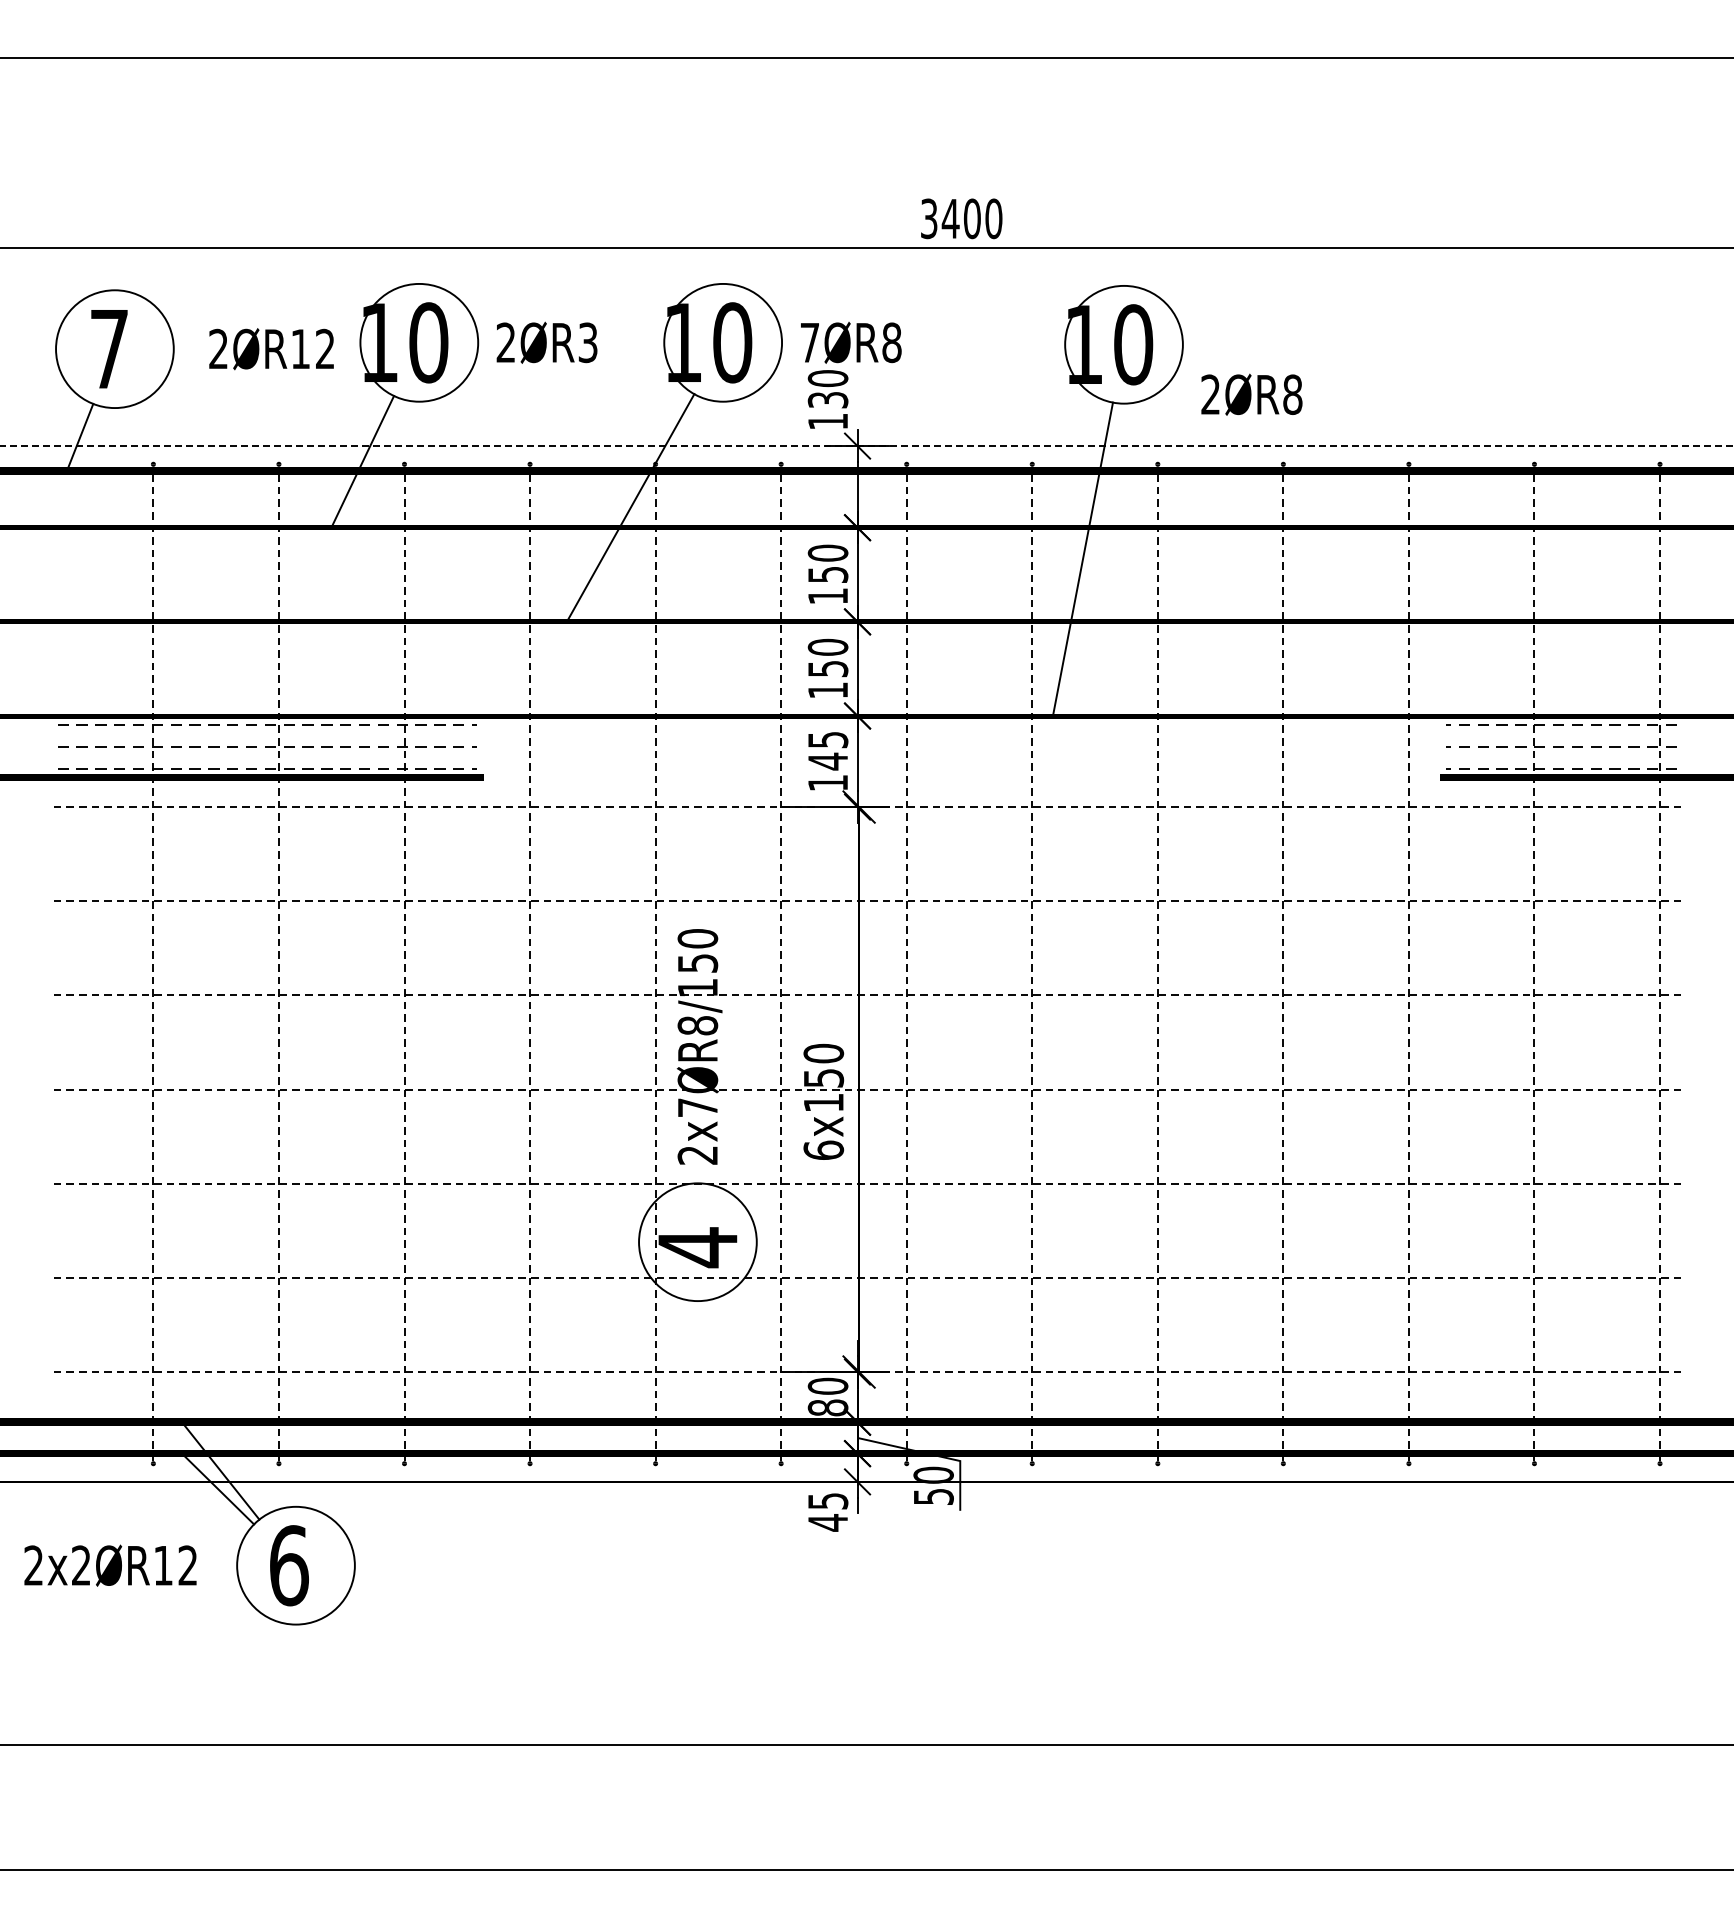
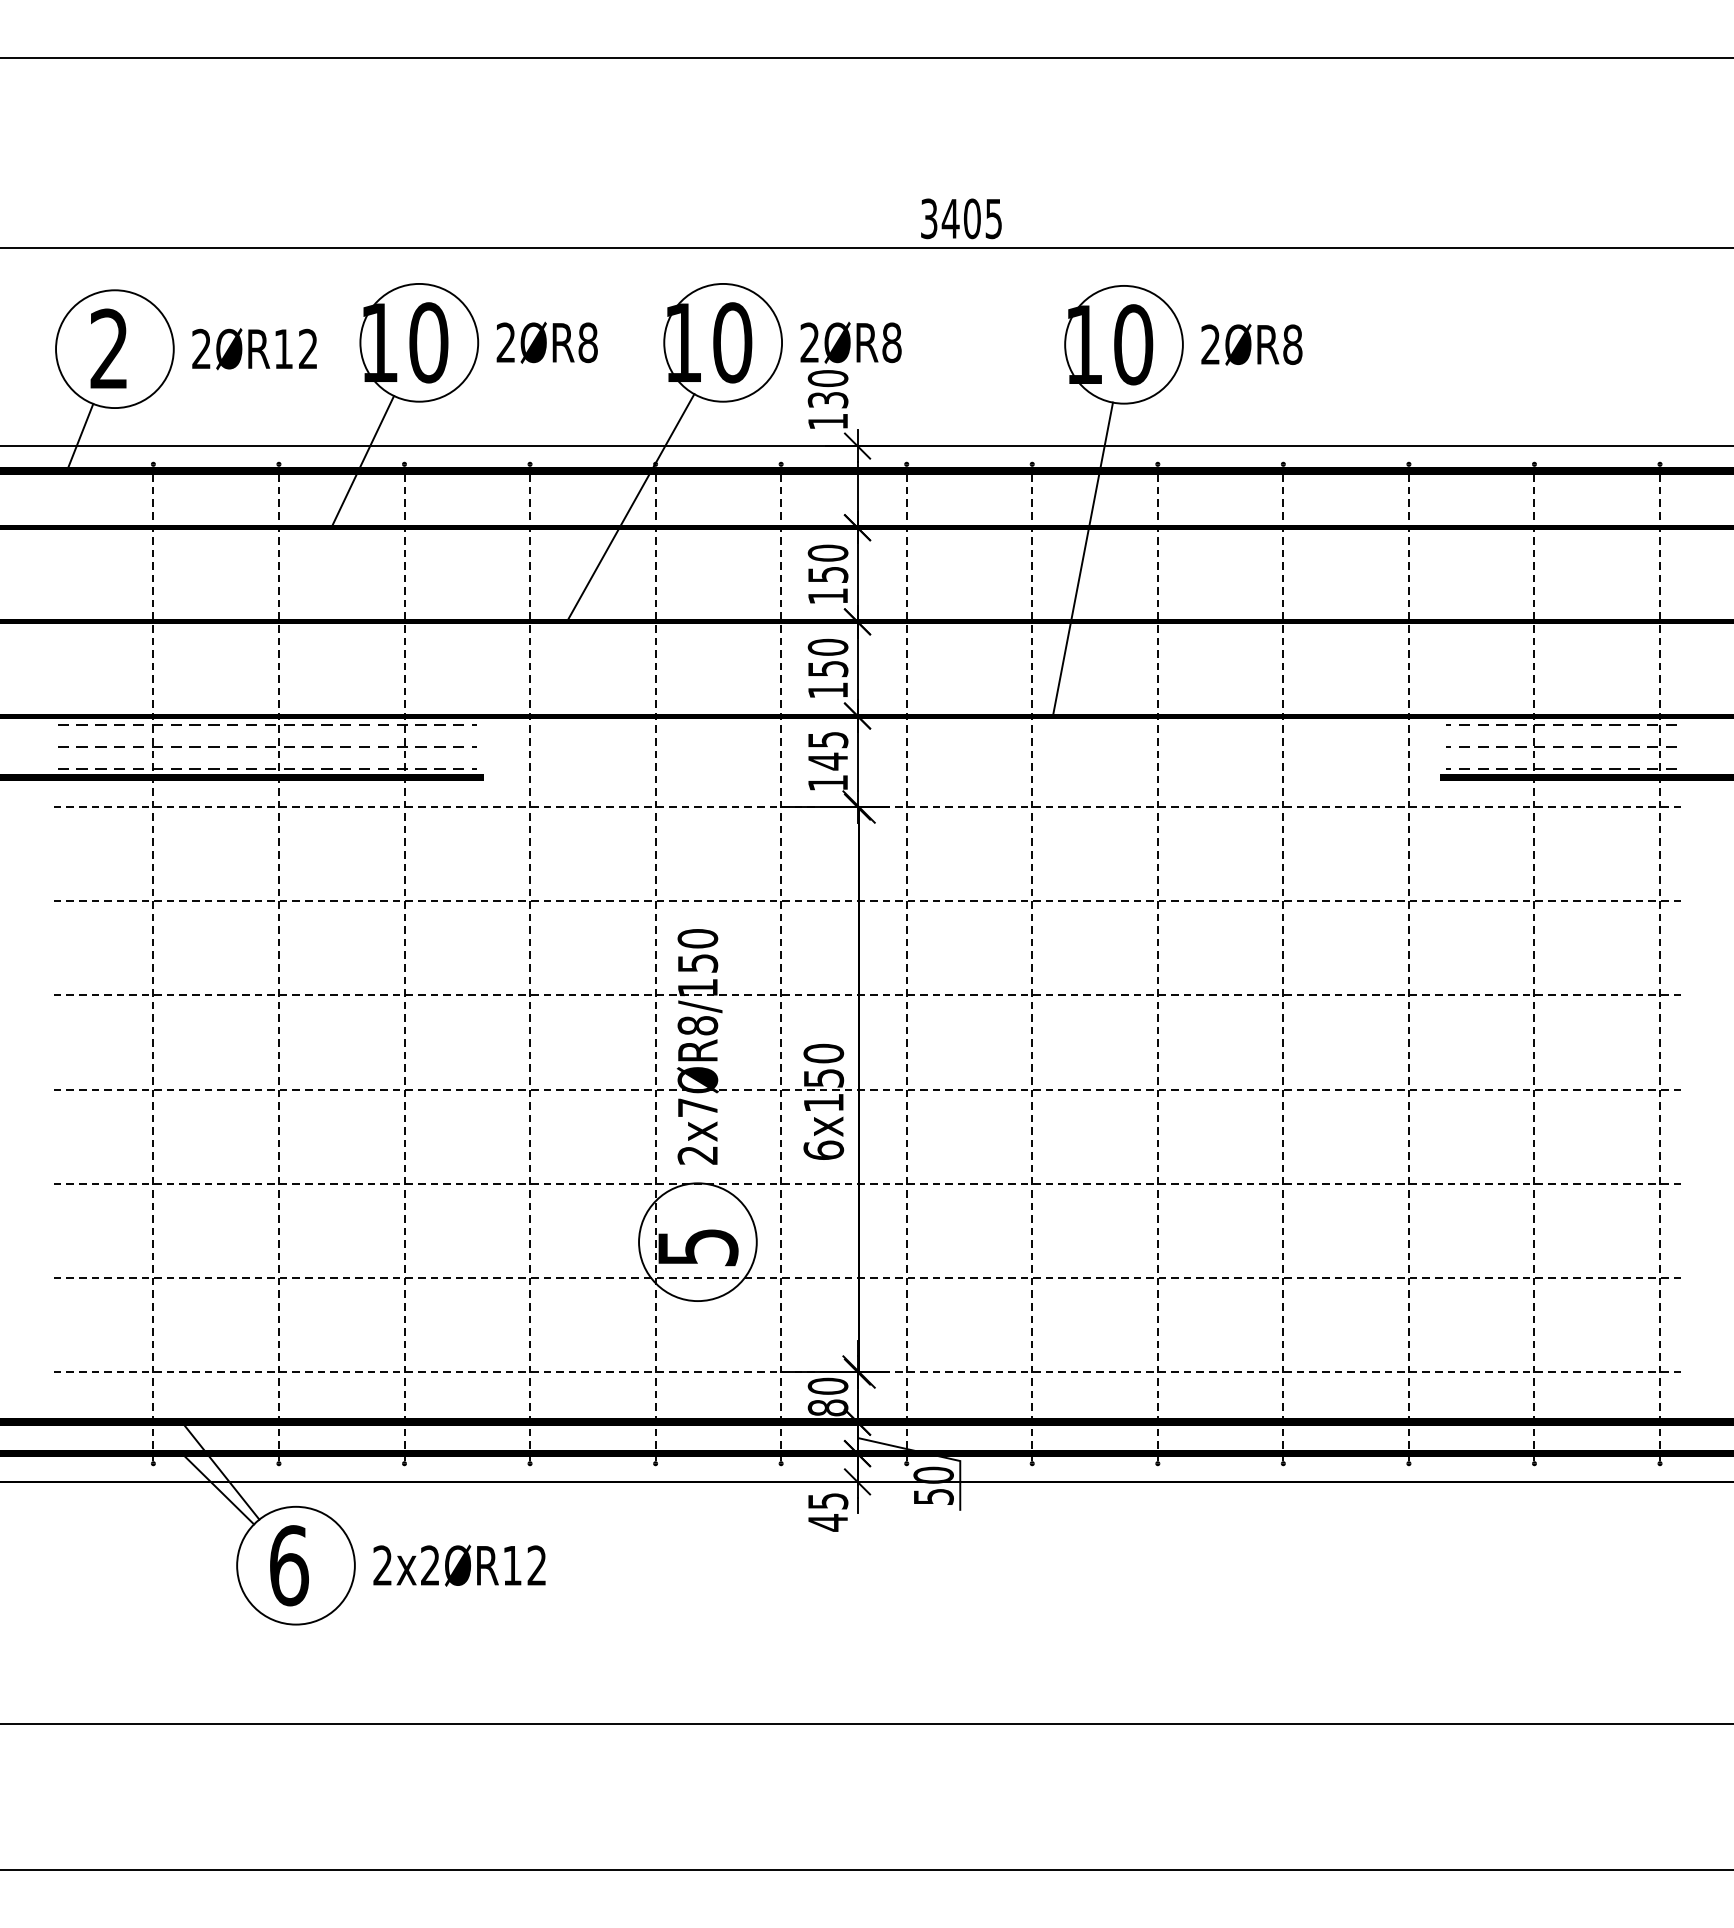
text at (993, 218): 3400 -> 3405
text at (587, 342): 2ØR3 -> 2ØR8
text at (809, 342): 7ØR8 -> 2ØR8
text at (108, 348): 7 -> 2
text at (271, 349) position: (271, 349) -> (254, 349)
text at (1251, 394) position: (1251, 394) -> (1251, 344)
line at (867, 446): dashed -> solid
text at (698, 1247): 4 -> 5
text at (110, 1565) position: (110, 1565) -> (459, 1565)
line at (866, 1744) position: (866, 1744) -> (866, 1723)
